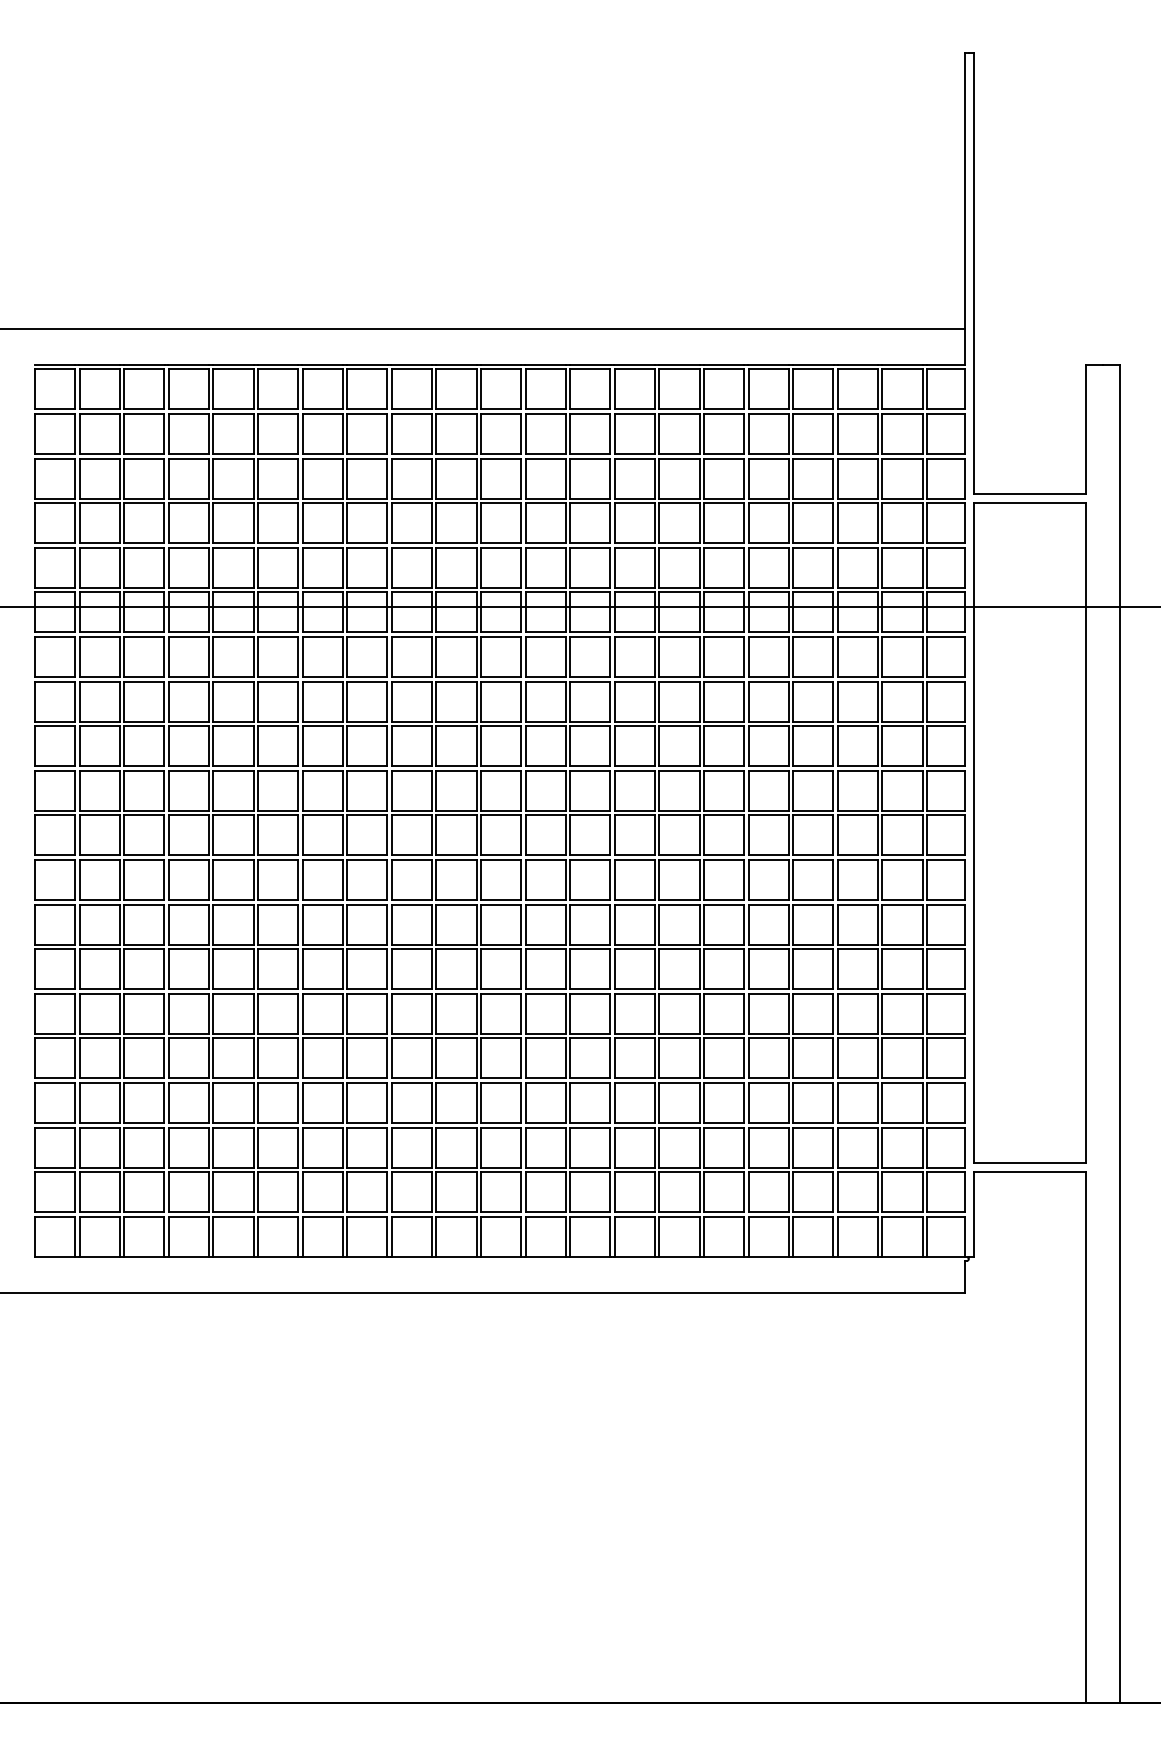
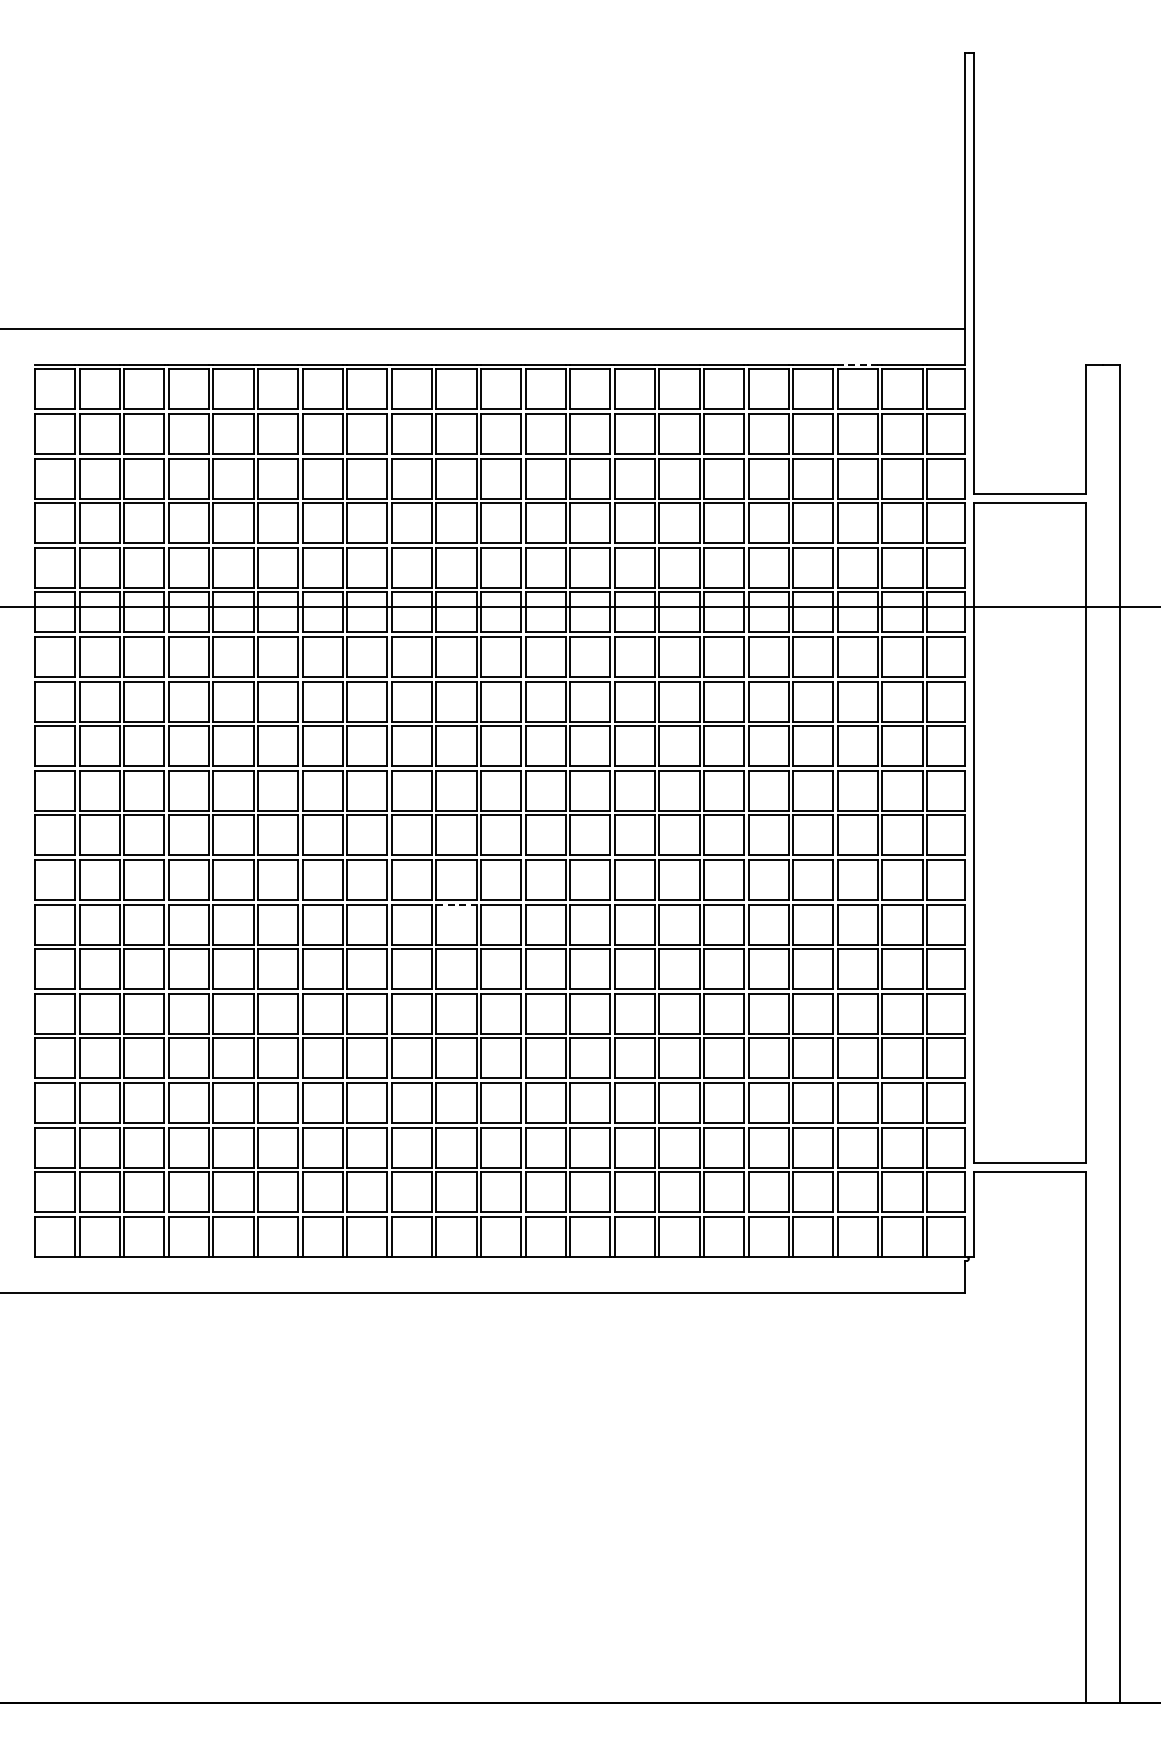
line at (857, 364): solid -> dashed
line at (456, 904): solid -> dashed
